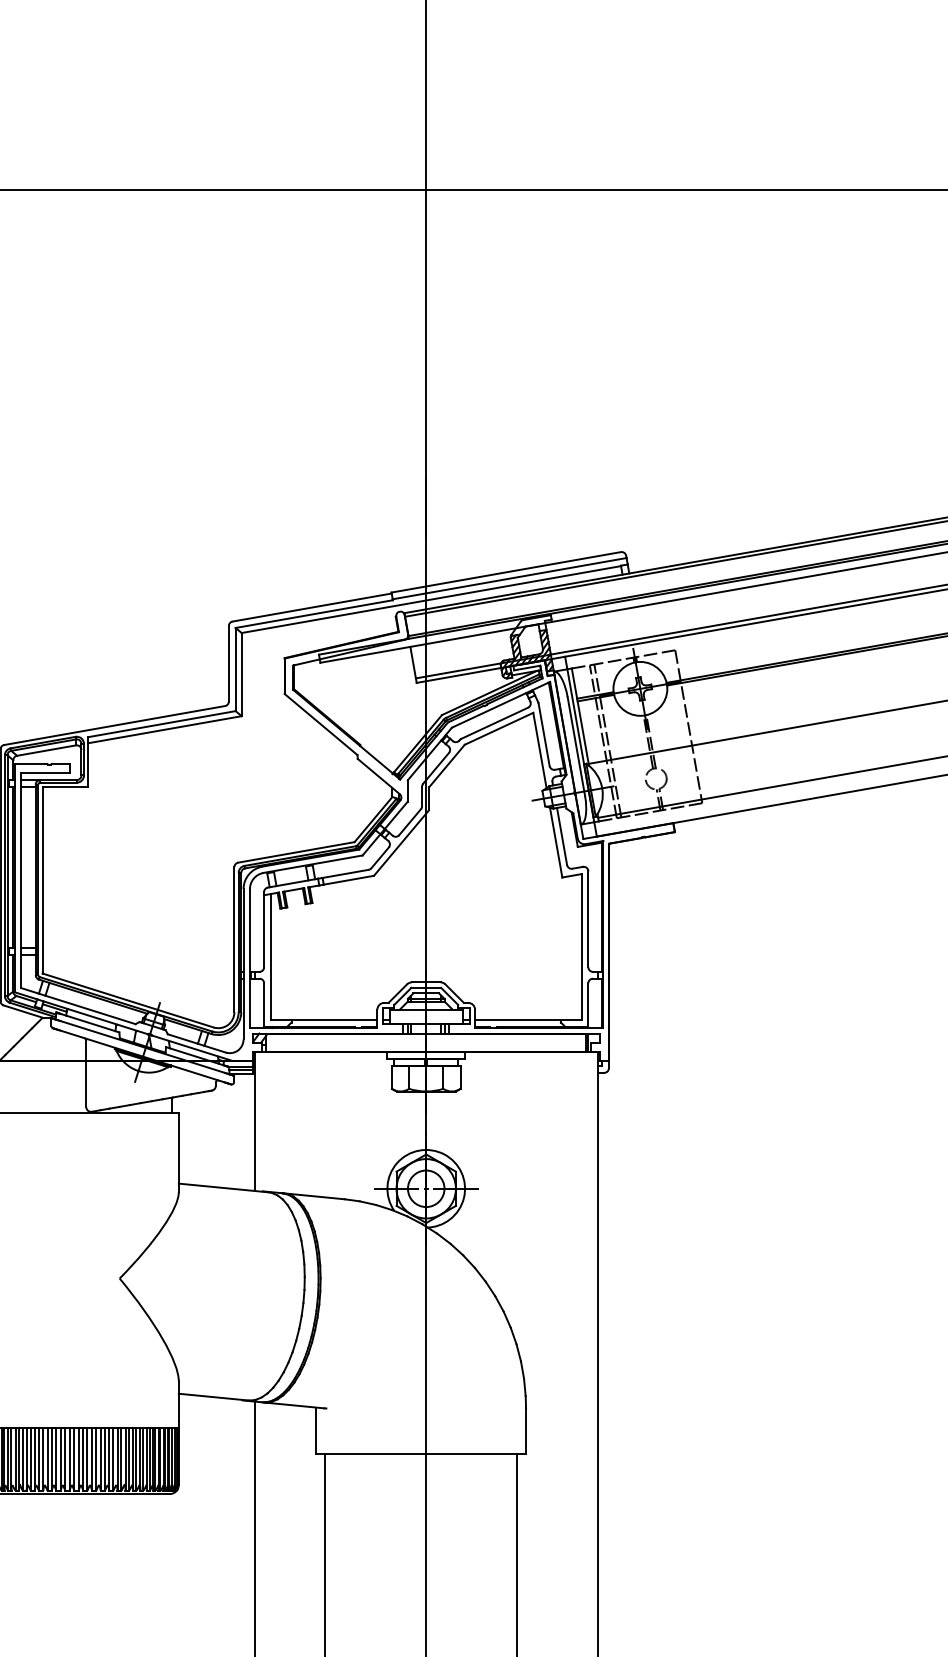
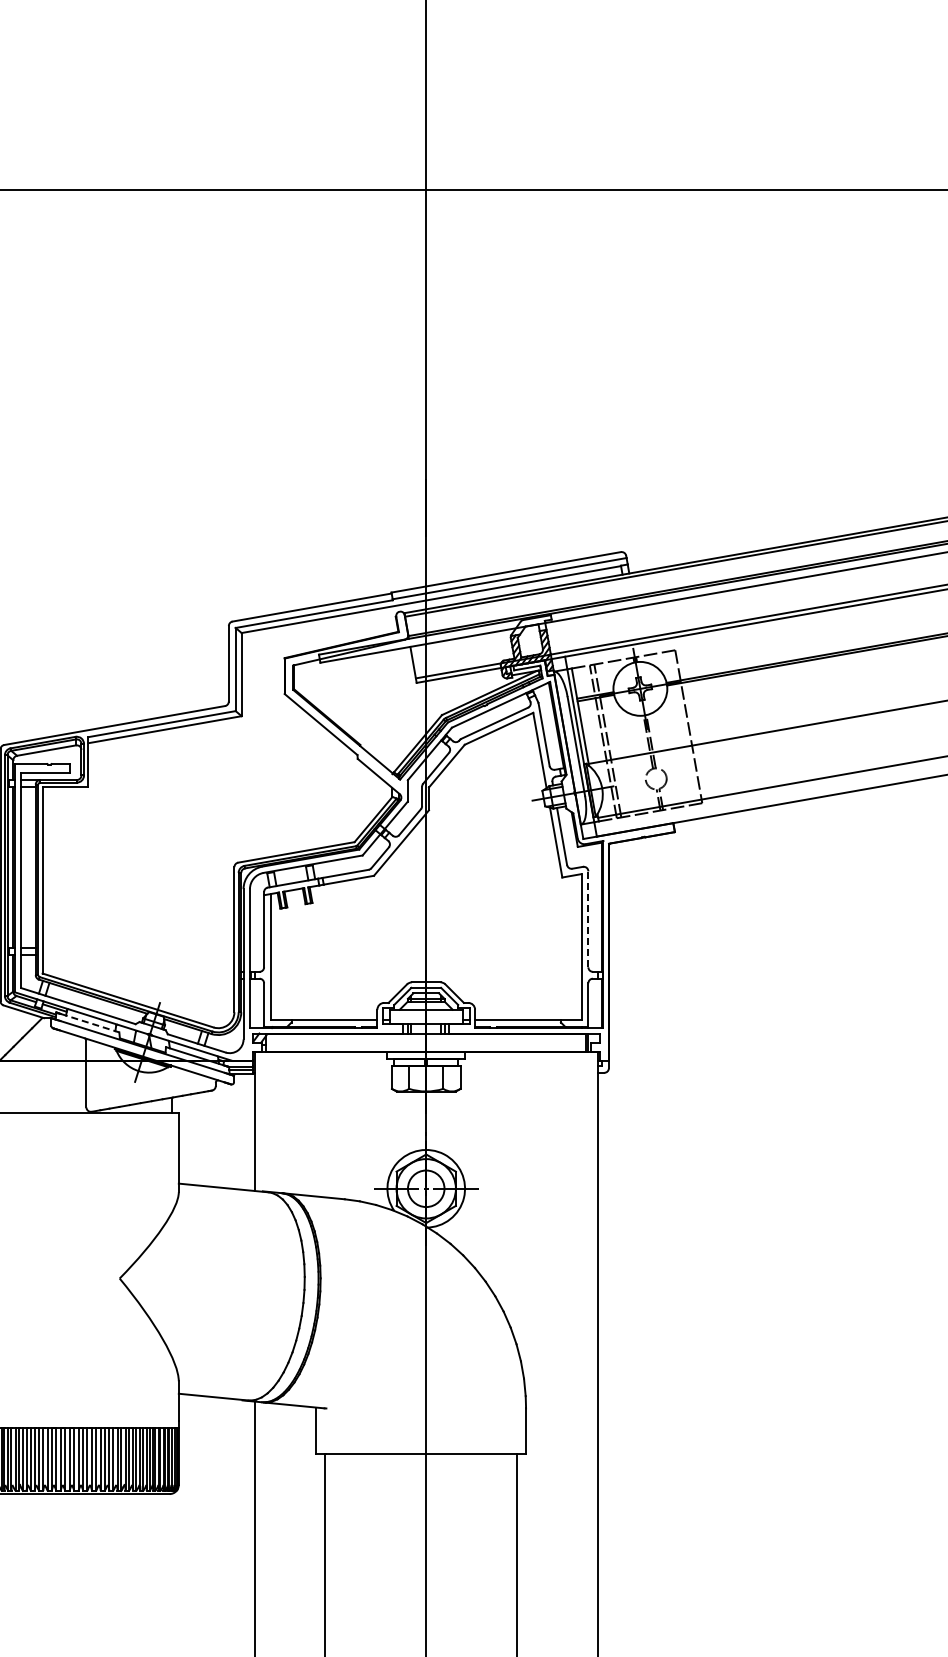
line at (588, 919): solid -> dashed
line at (90, 1023): solid -> dashed
